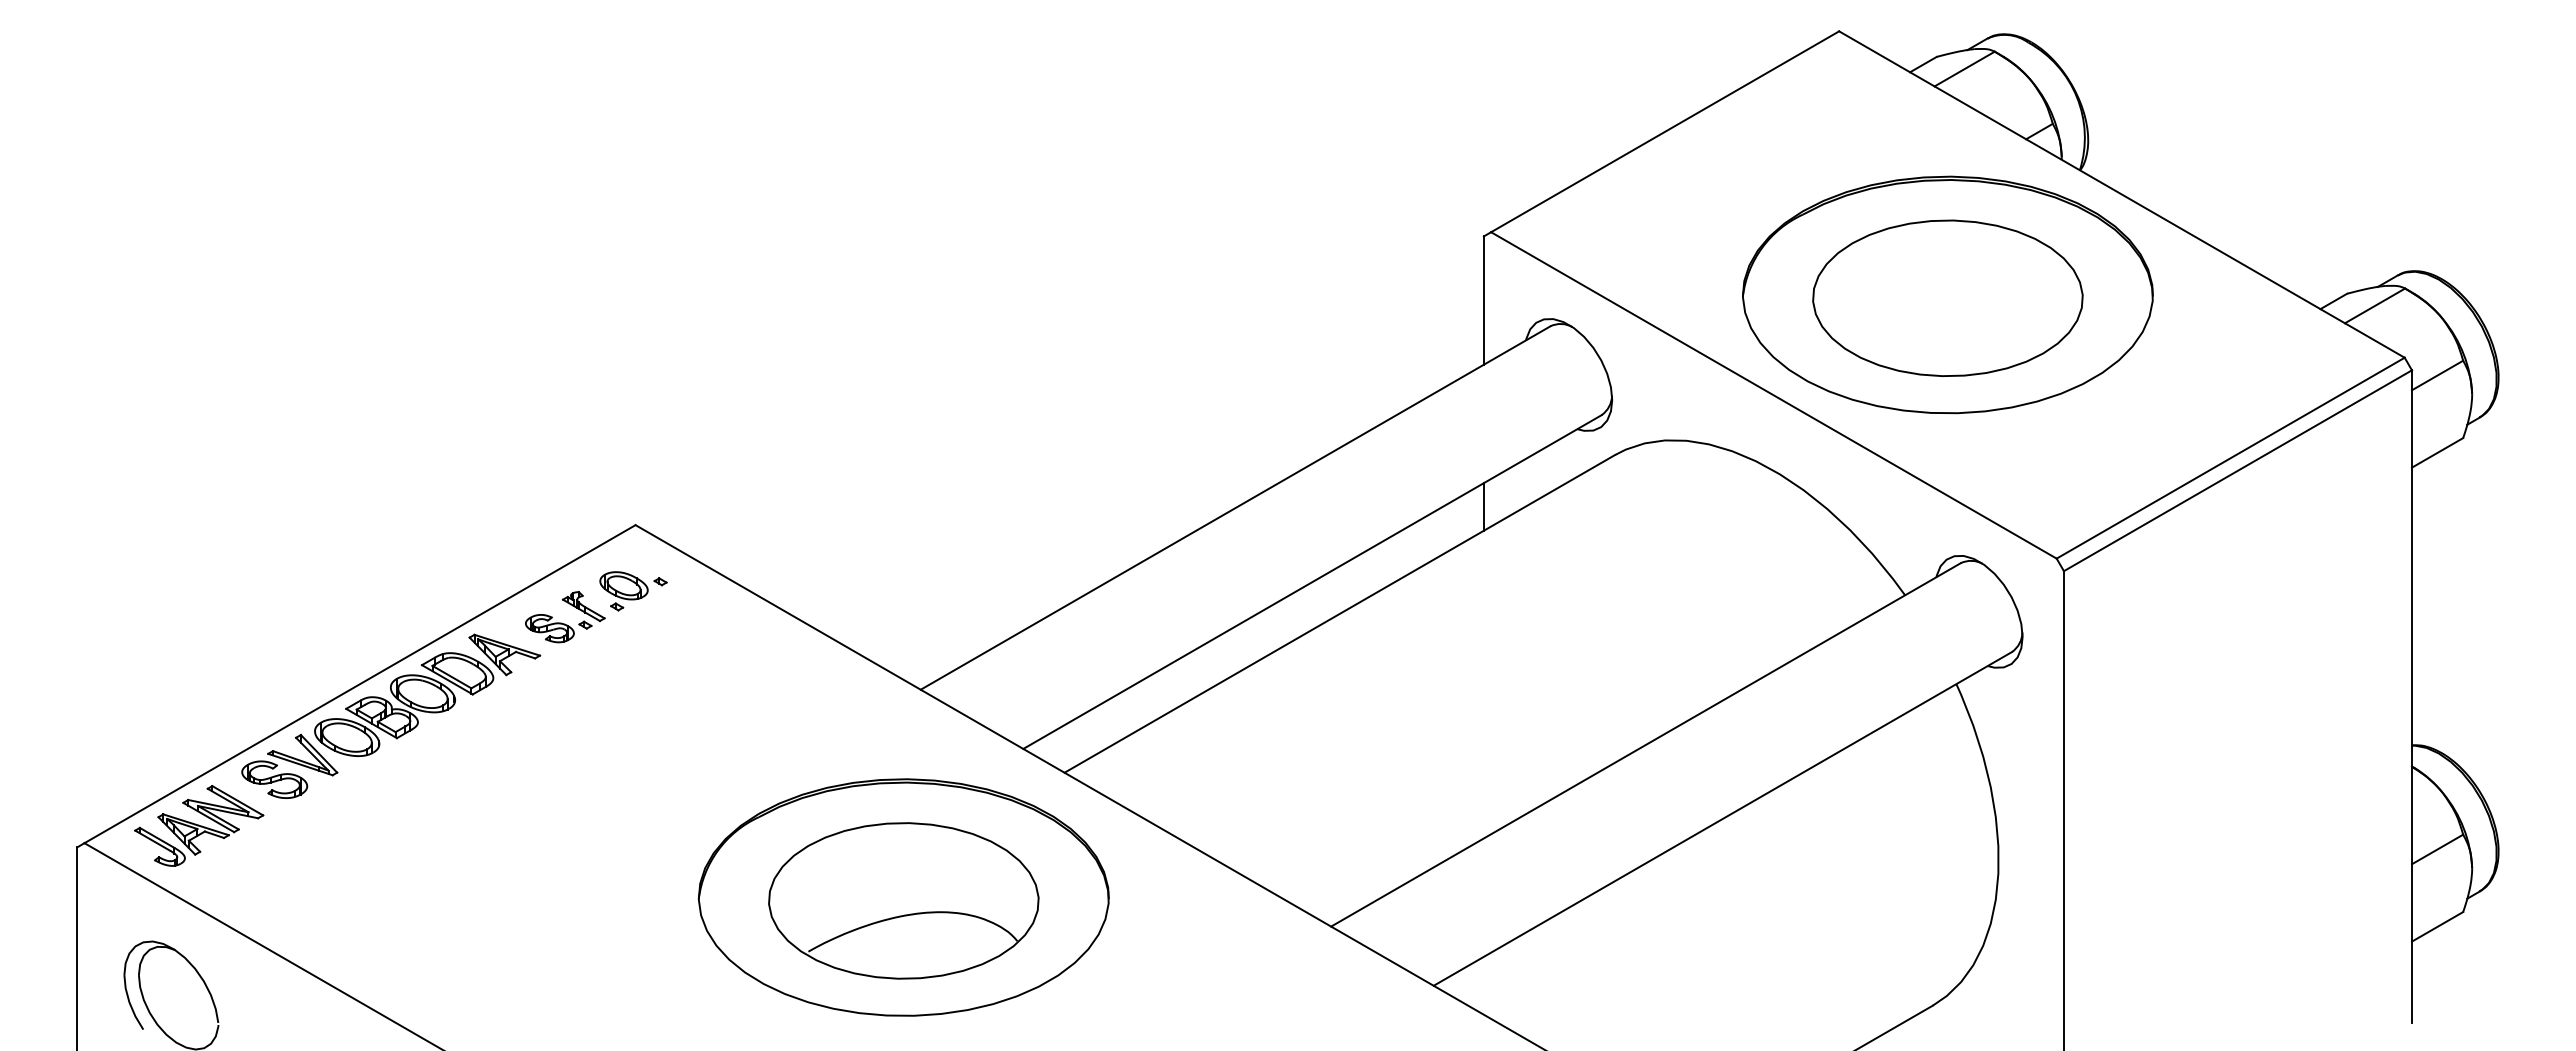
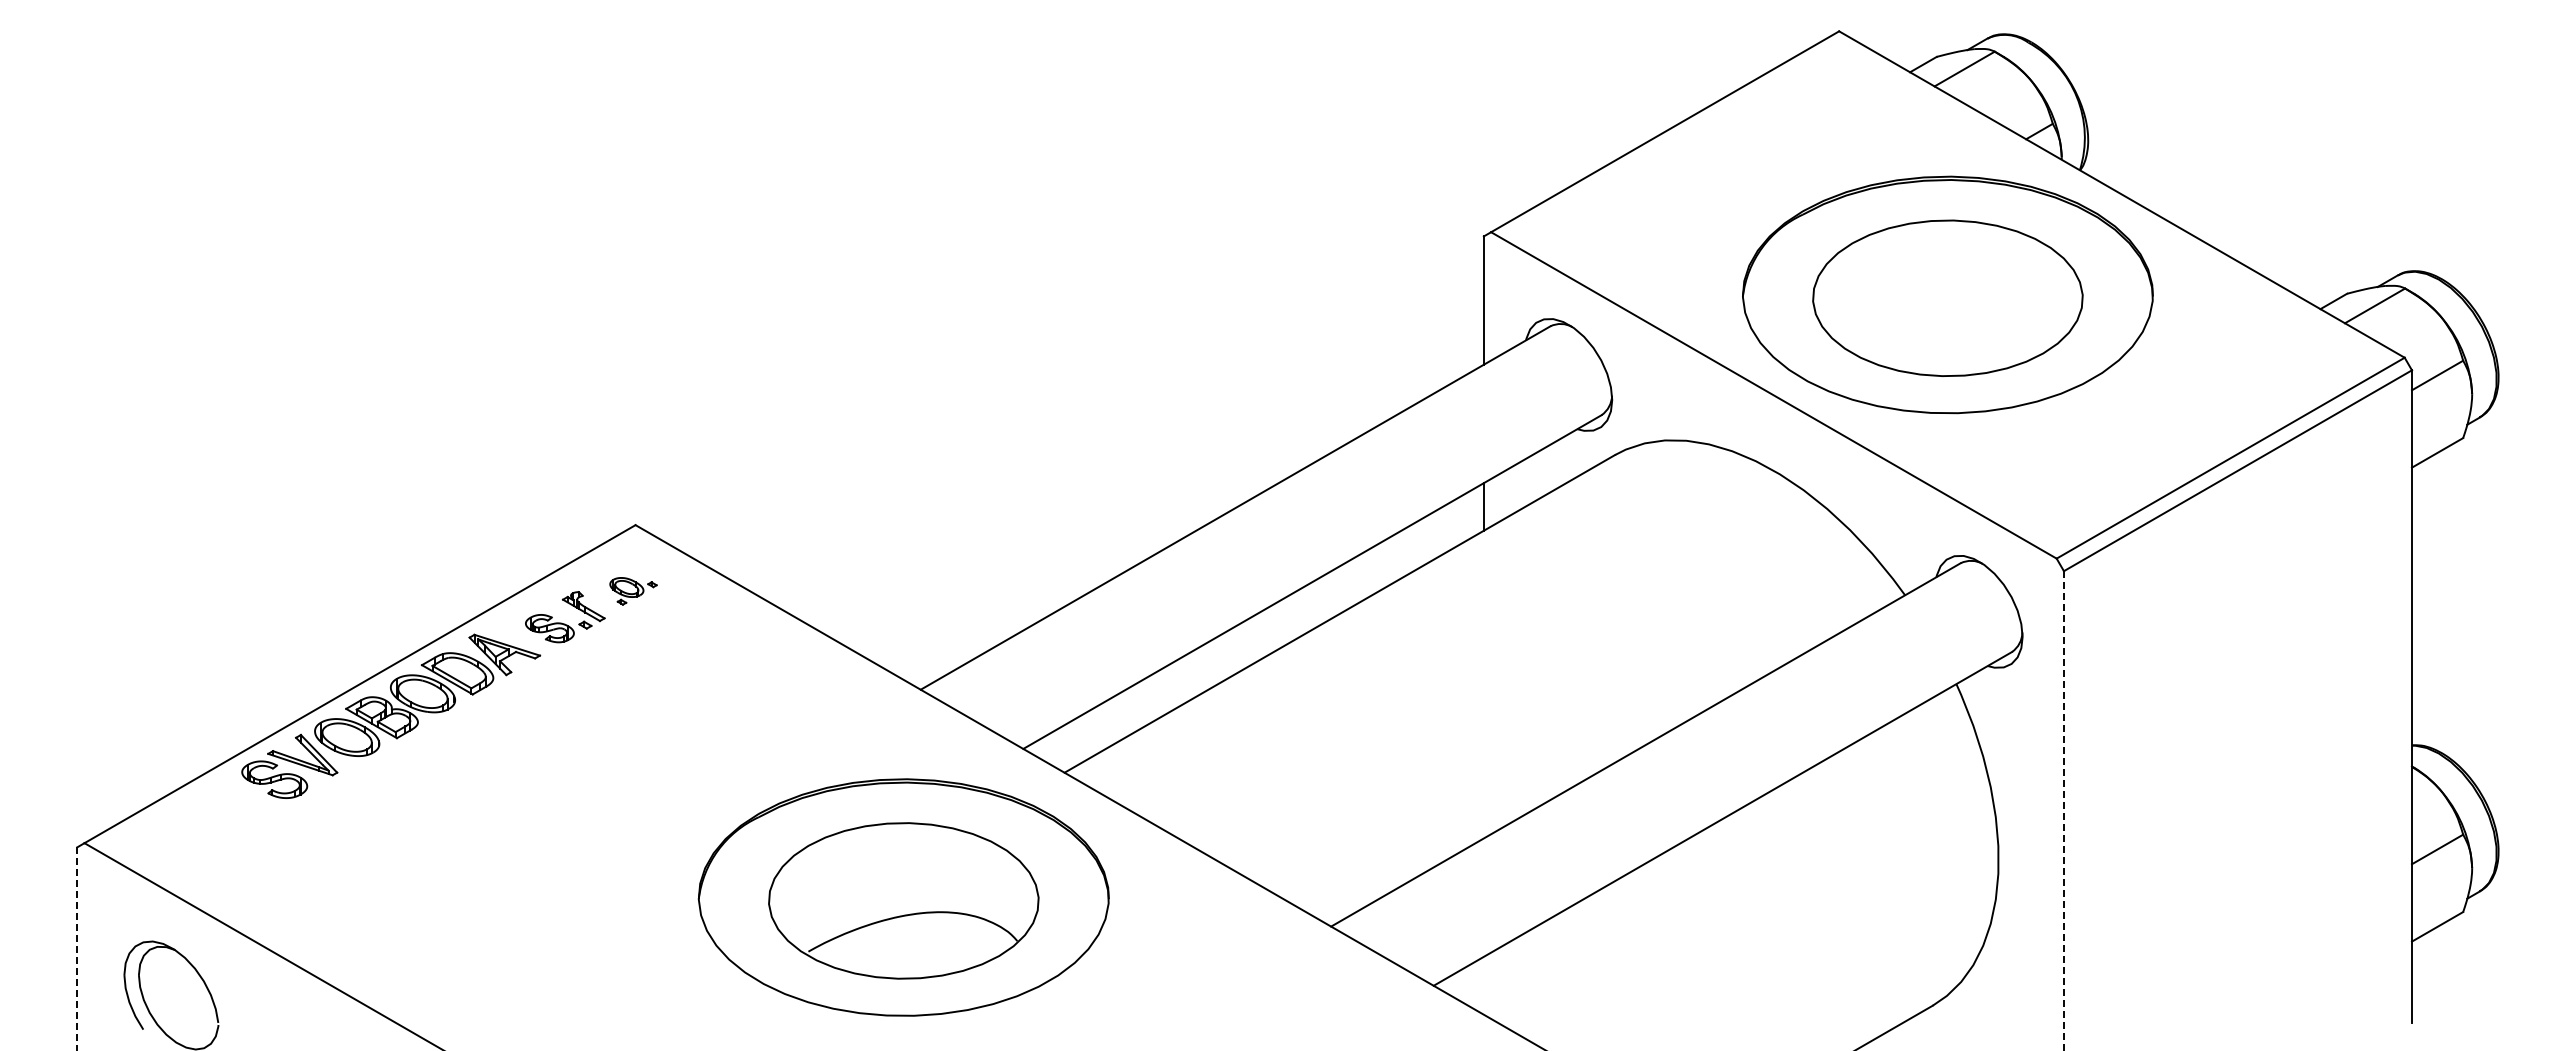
part at (633, 591) size: 69x41 px -> 49x29 px
line at (2063, 810): solid -> dashed
part at (199, 825): present -> none
line at (77, 949): solid -> dashed
